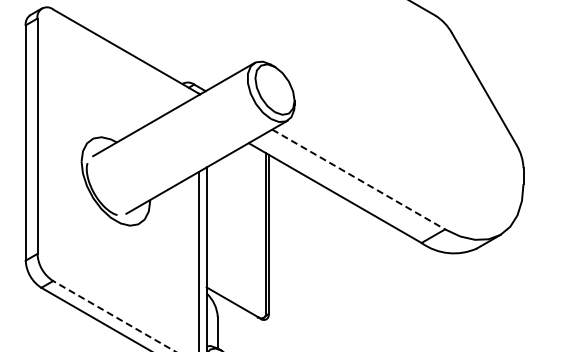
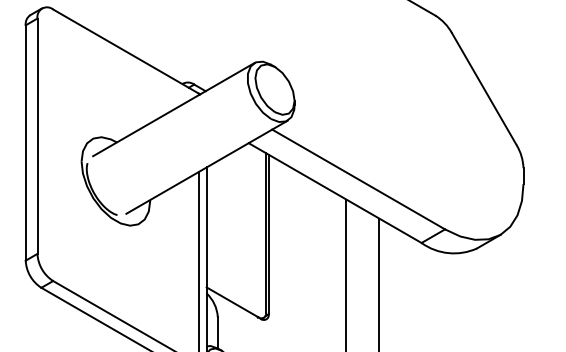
line at (358, 179): dashed -> solid
line at (346, 273): none -> present
line at (379, 283): none -> present
line at (114, 316): dashed -> solid
